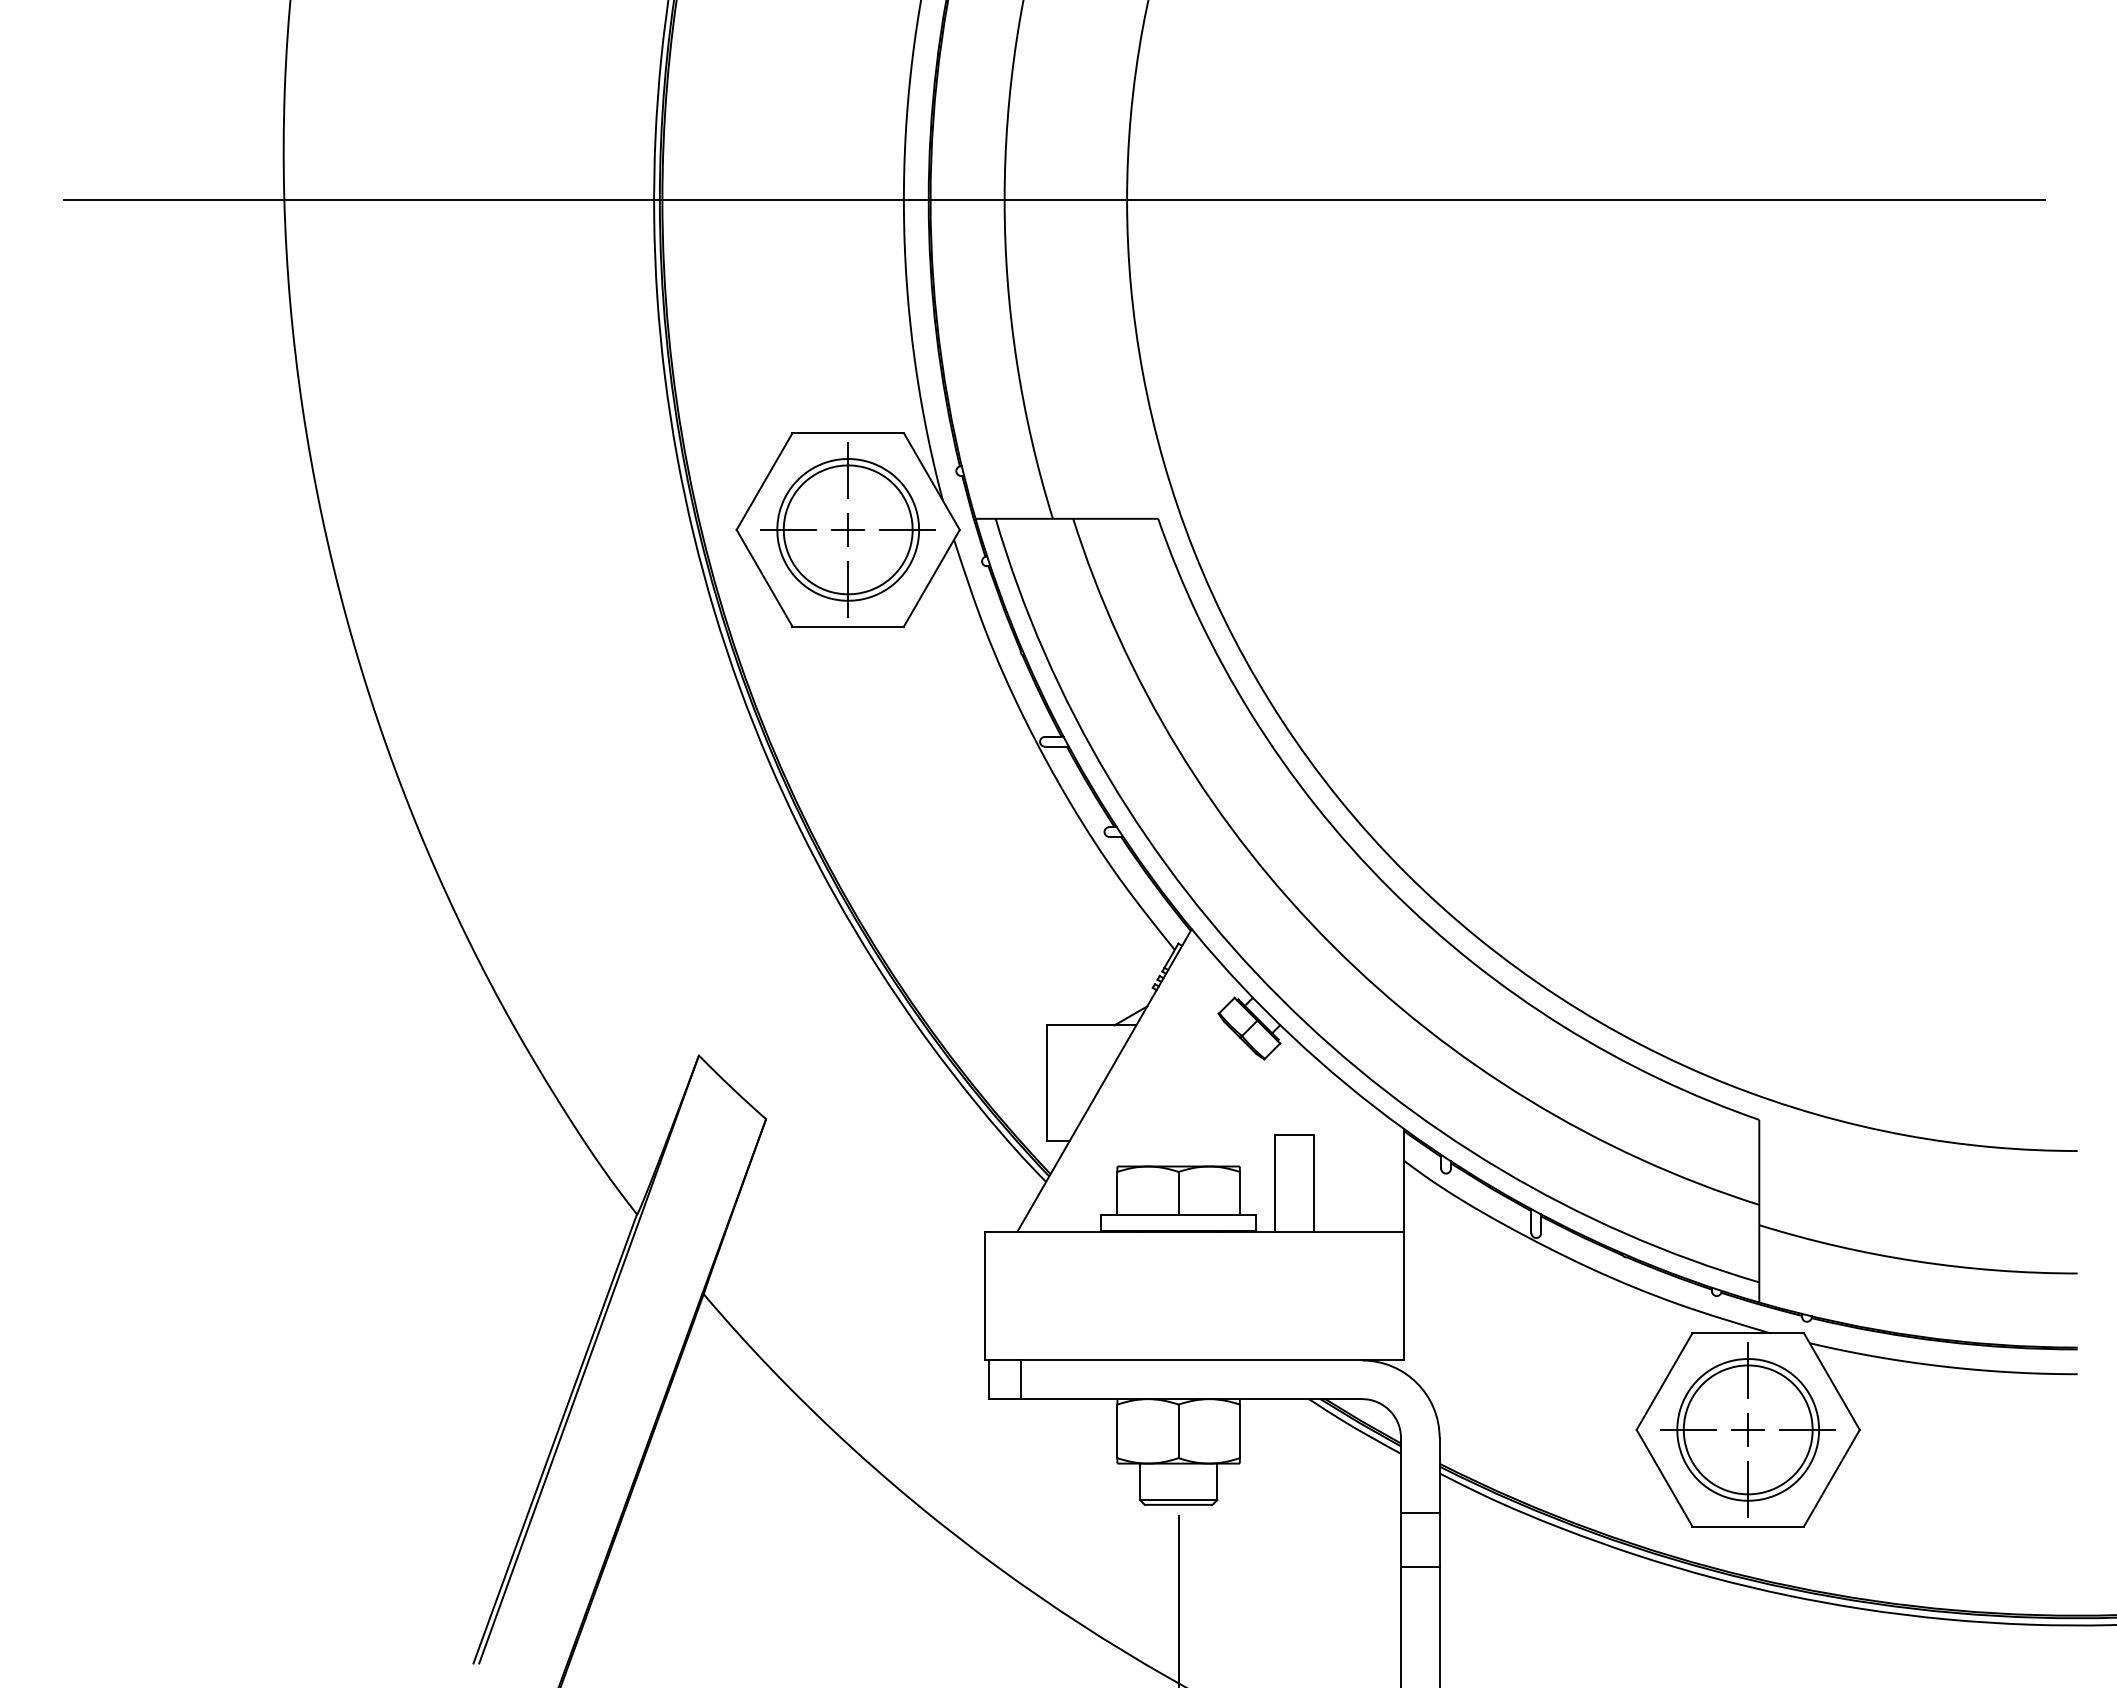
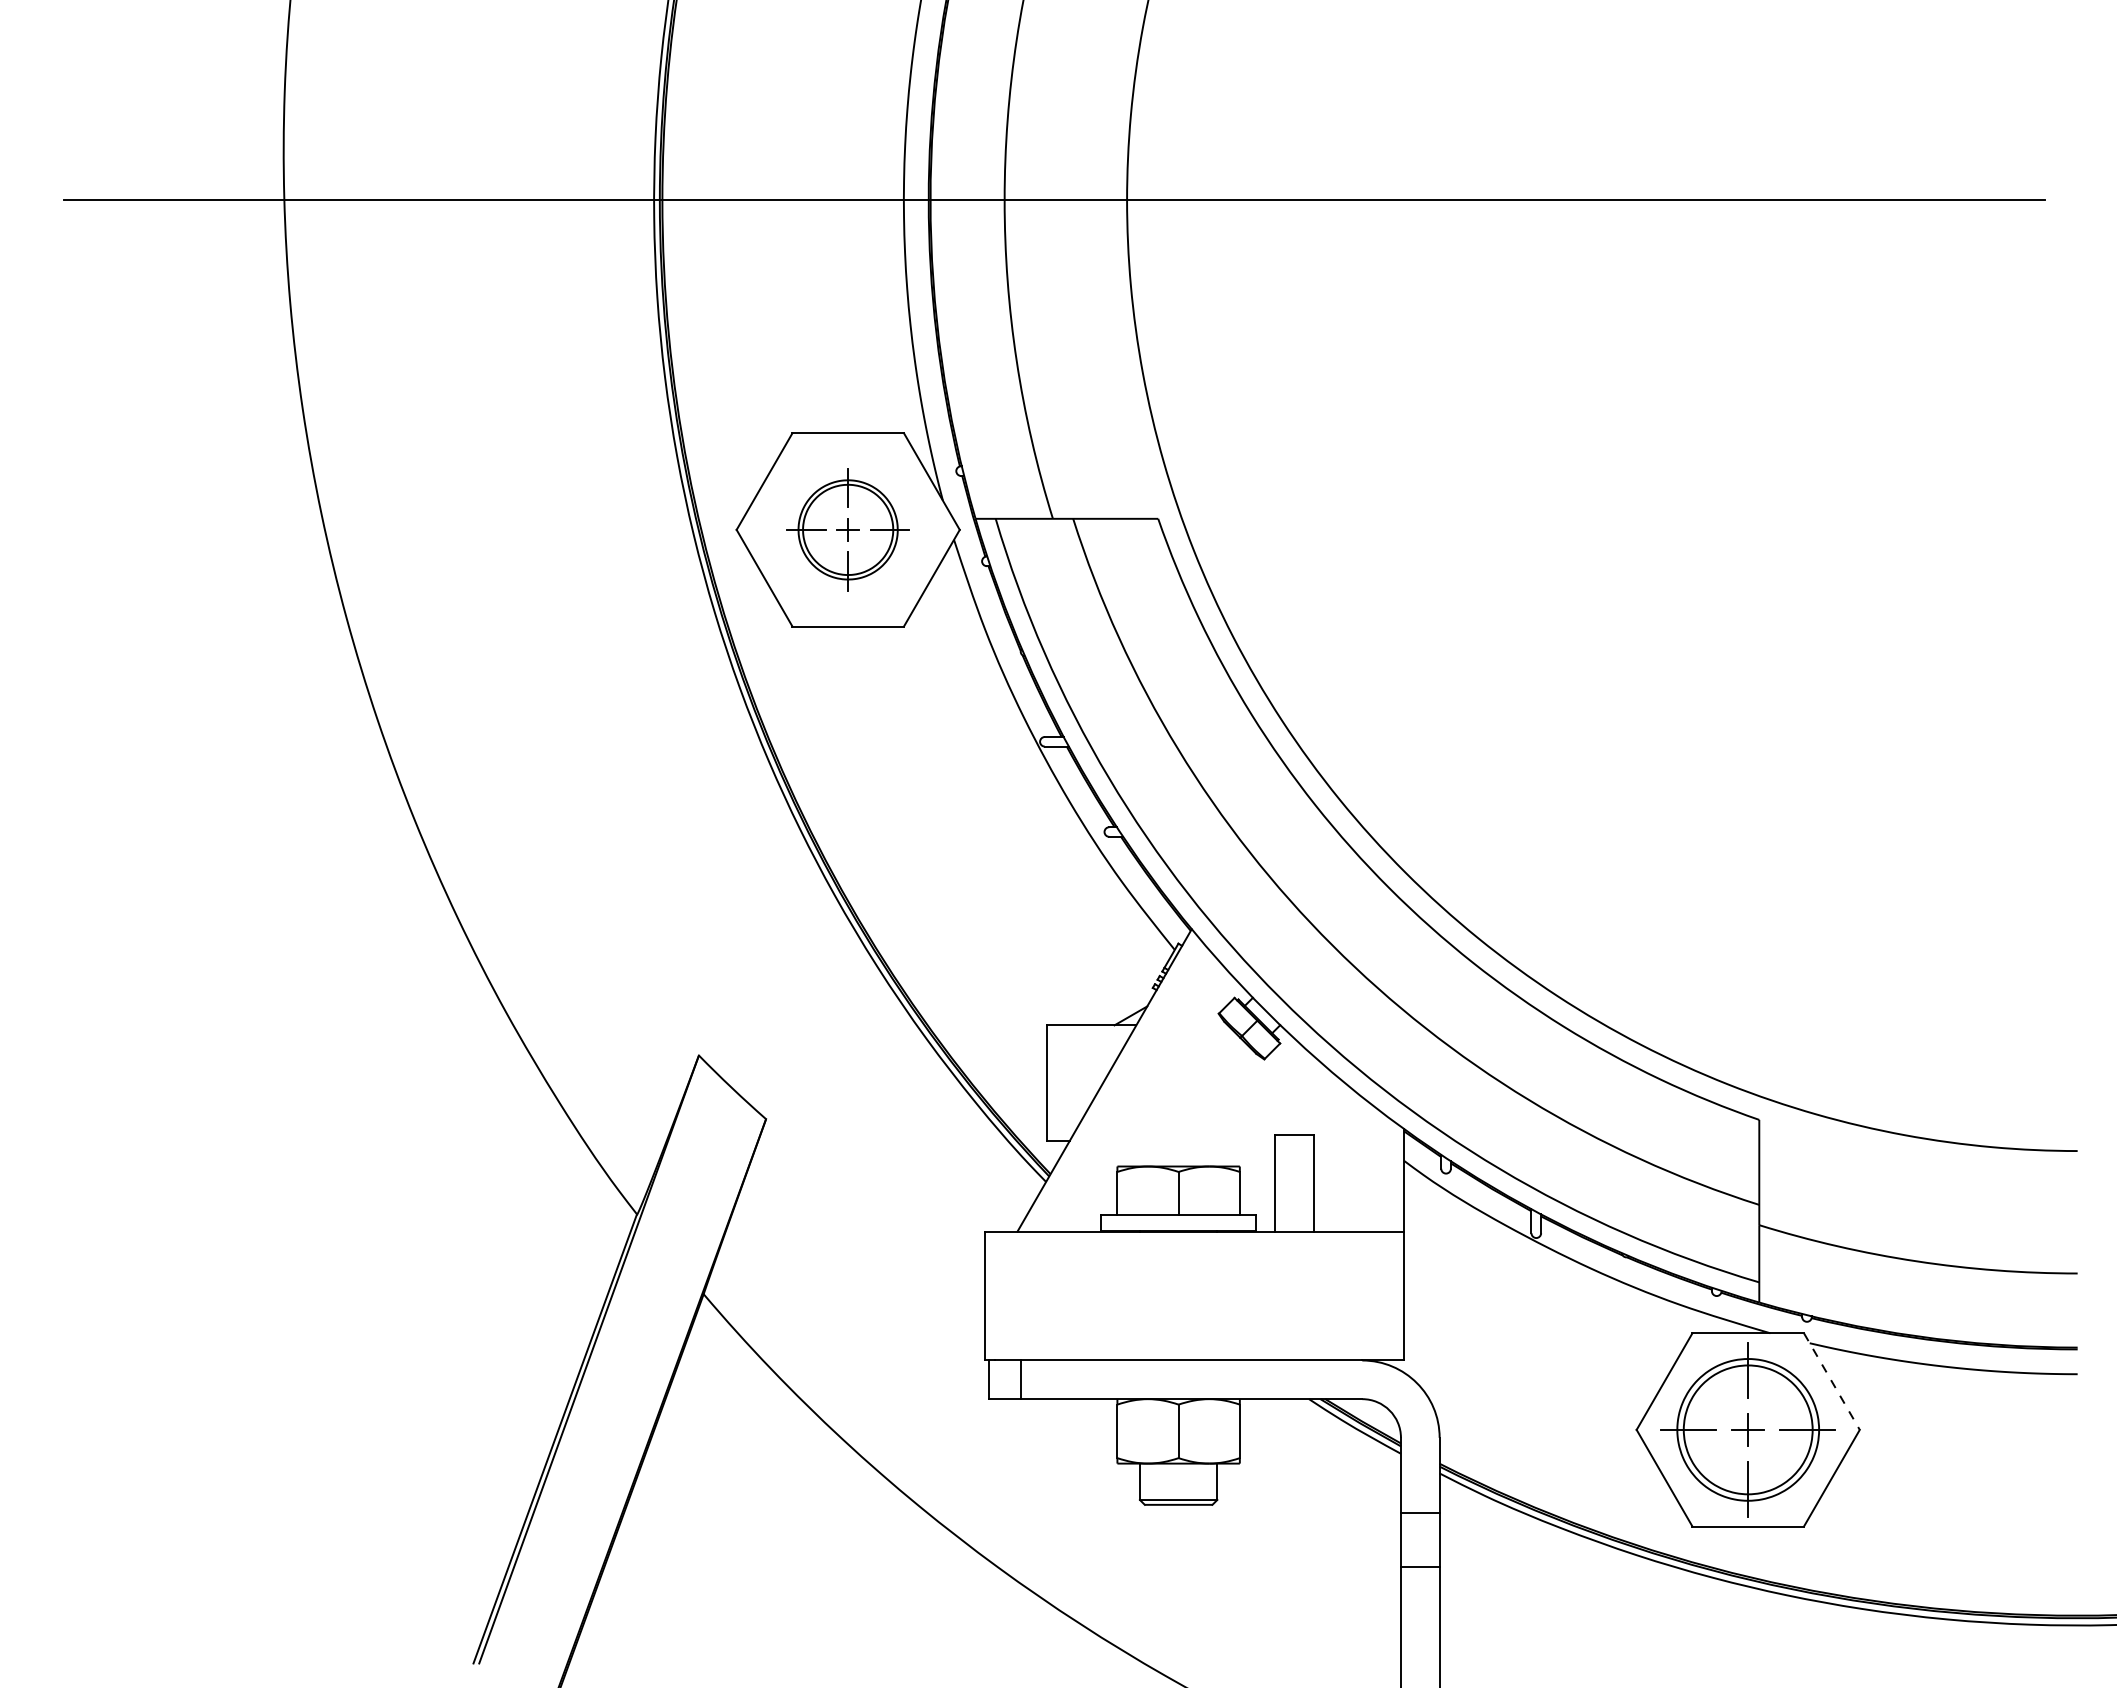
part at (847, 529) size: 176x176 px -> 124x124 px
line at (1831, 1381): solid -> dashed
line at (1178, 1599): present -> none
